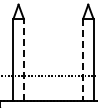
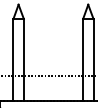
line at (23, 59): dashed -> solid
line at (83, 59): dashed -> solid
